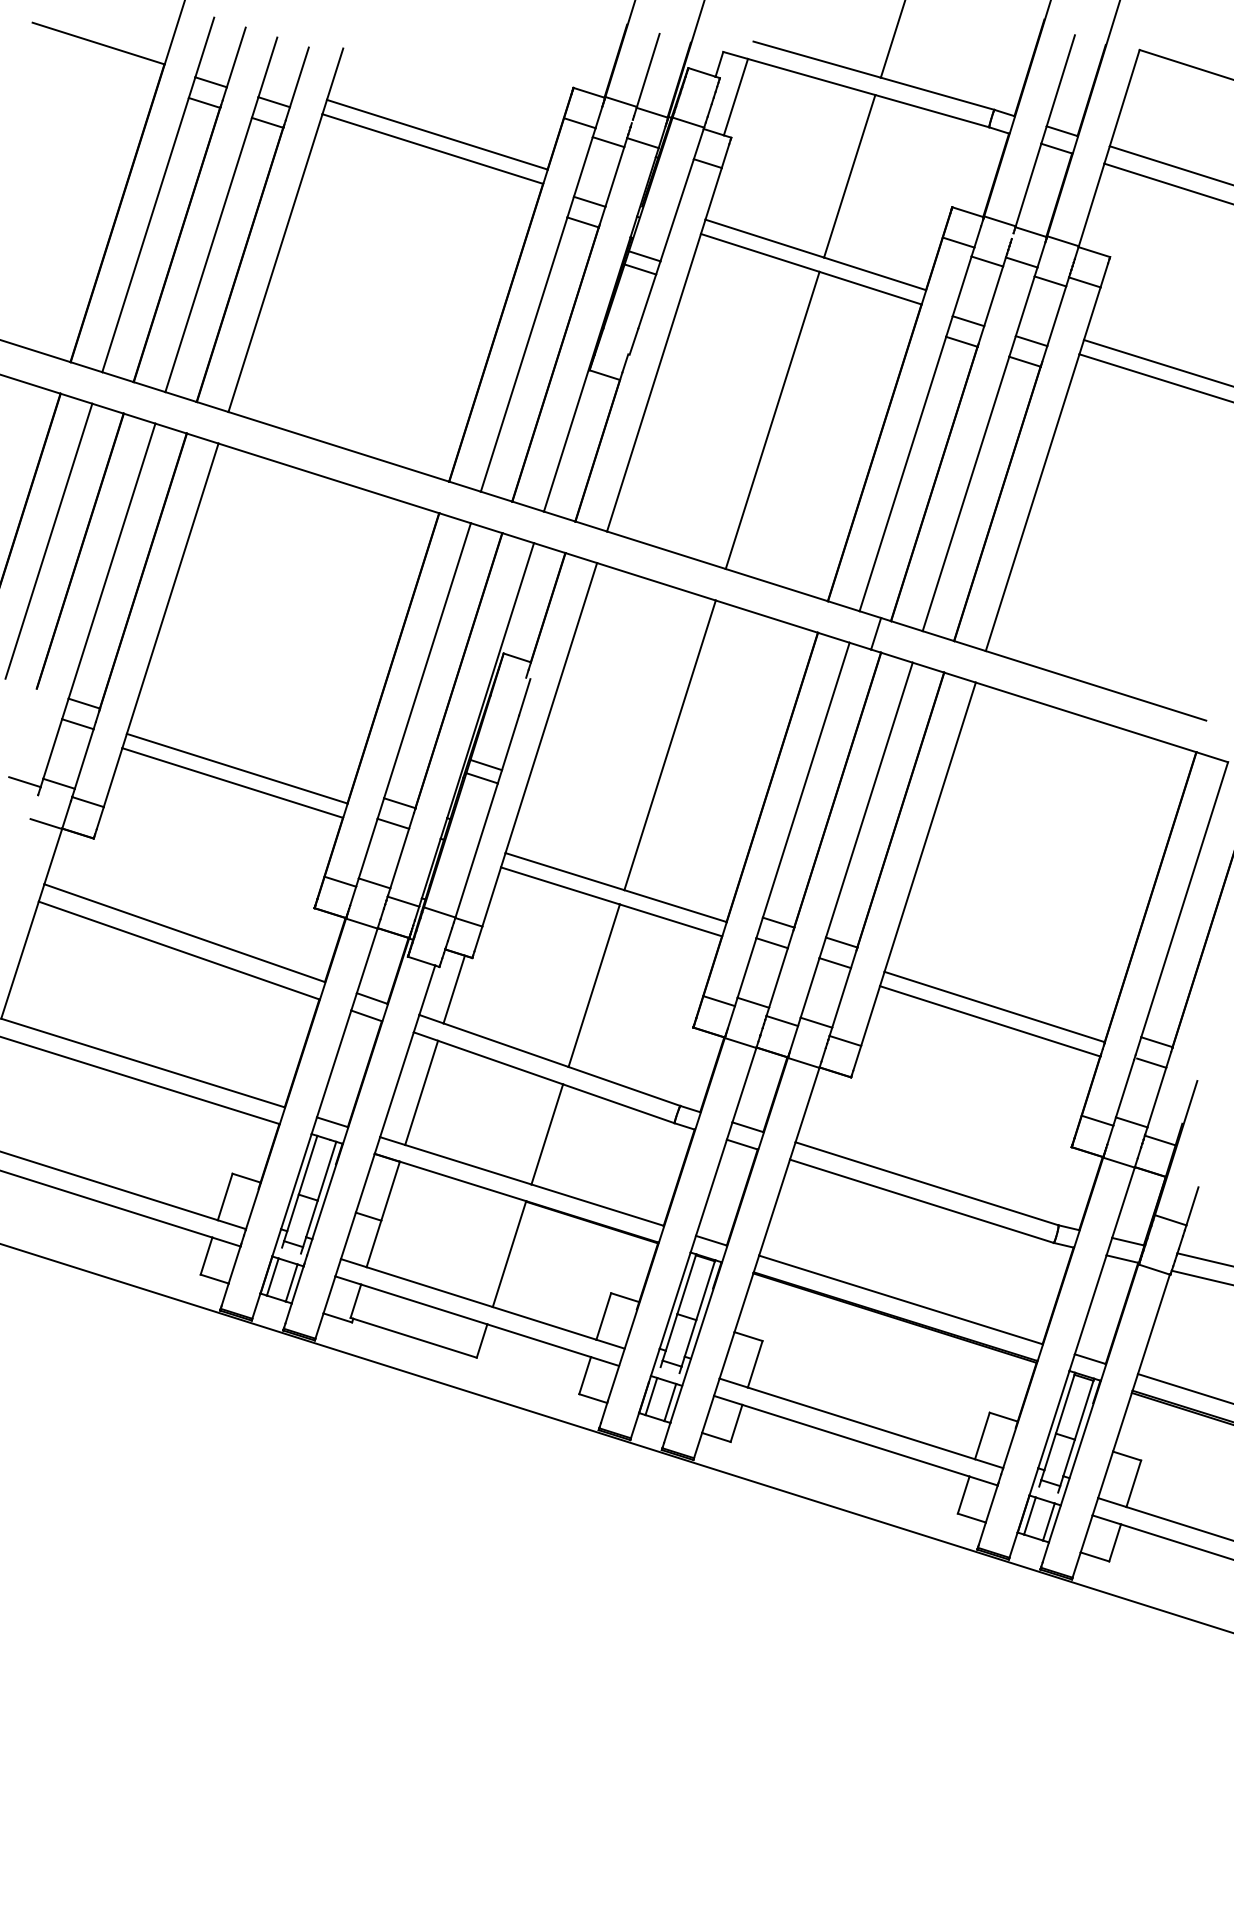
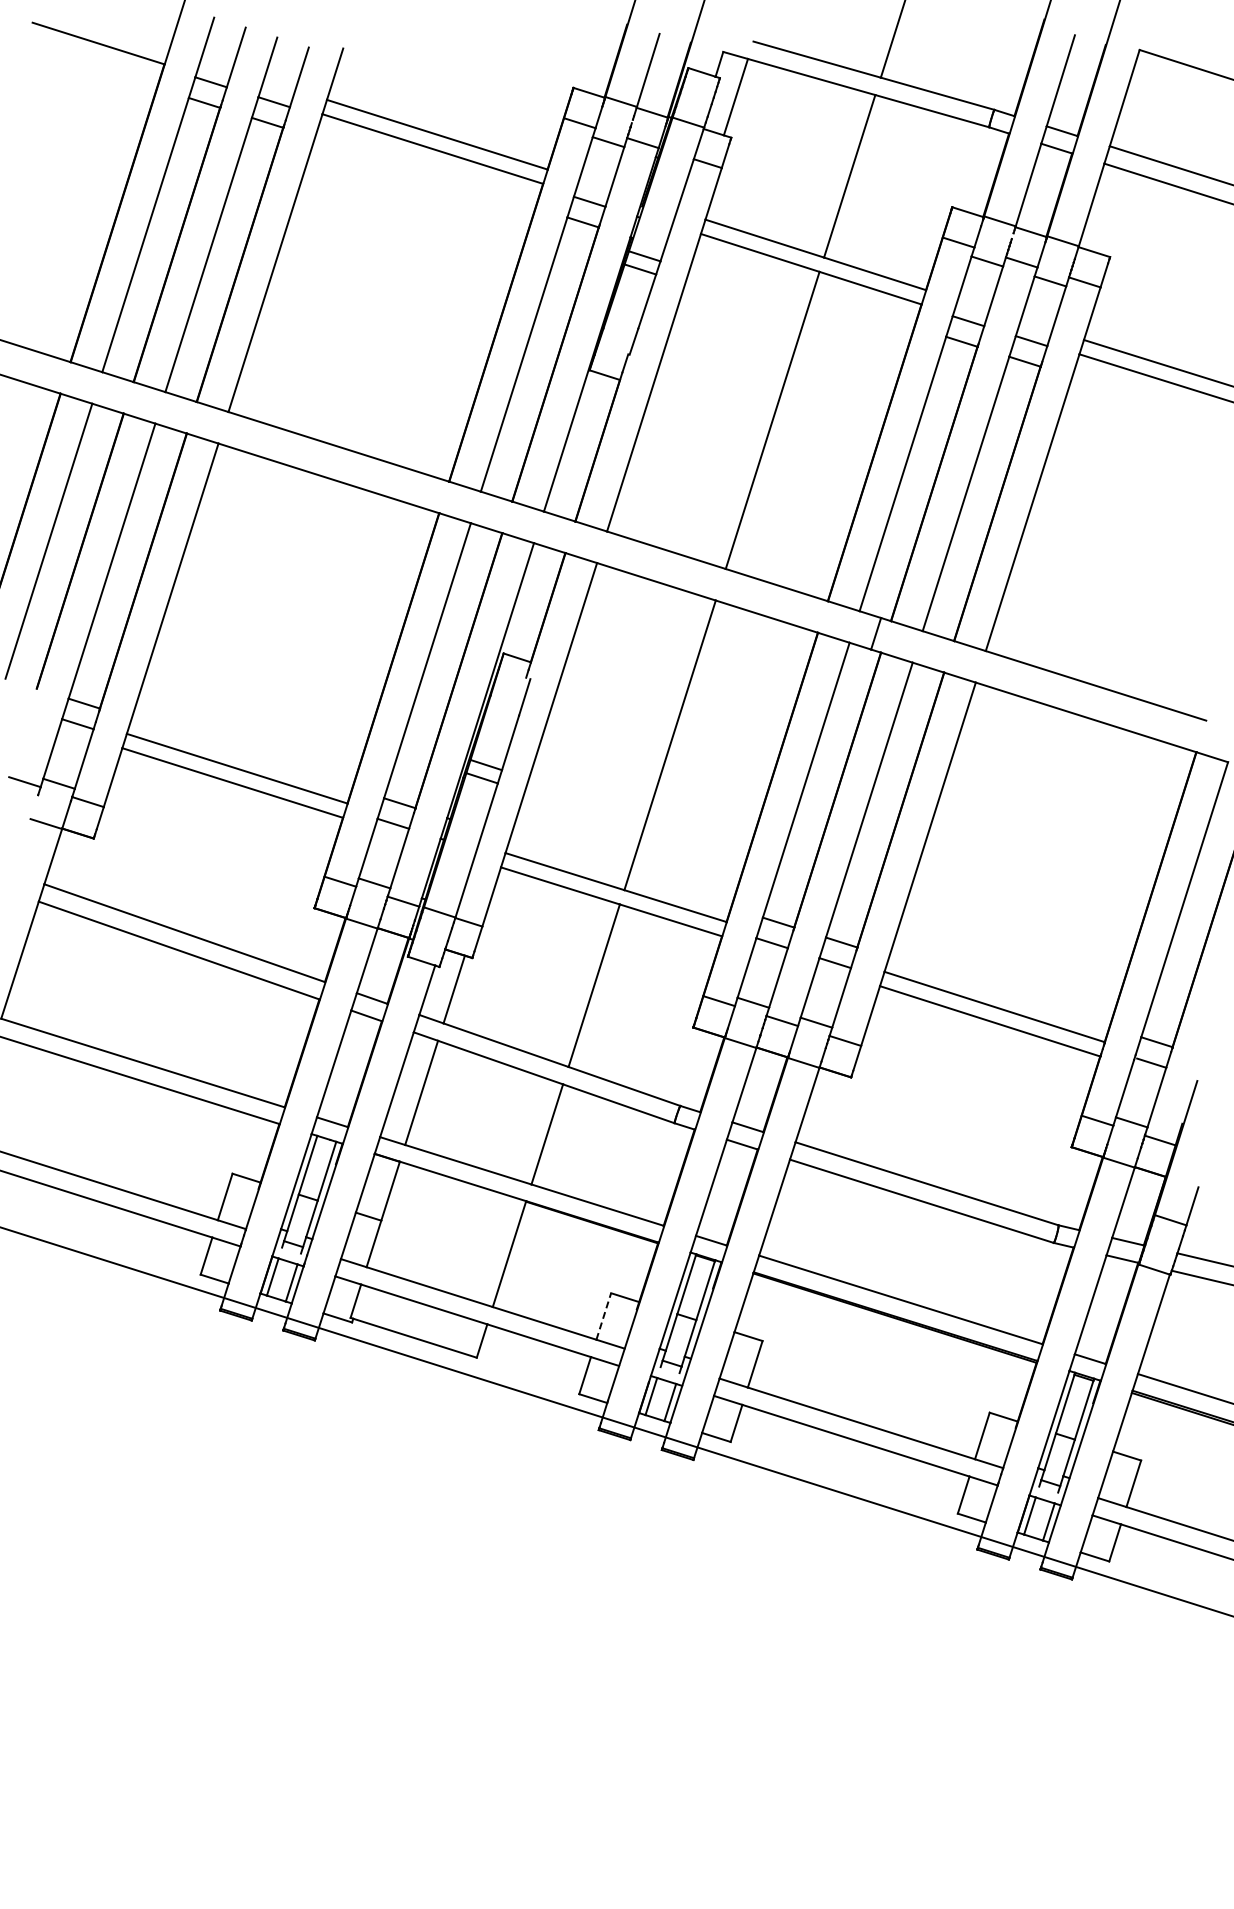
line at (603, 1316): solid -> dashed
line at (616, 1438) position: (616, 1438) -> (616, 1421)
